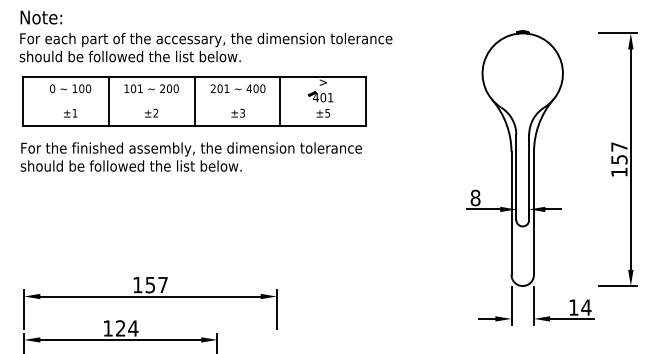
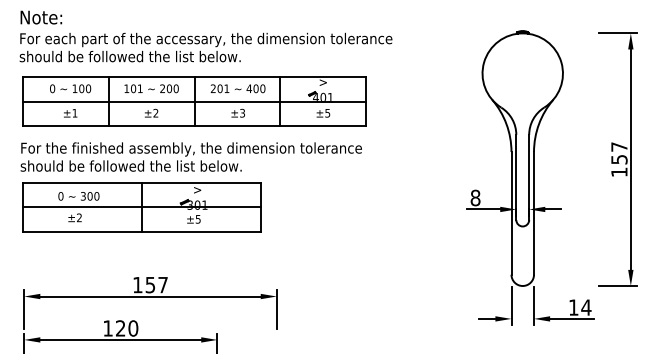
line at (194, 101): none -> present
part at (141, 207): none -> present
text at (133, 328): 124 -> 120
